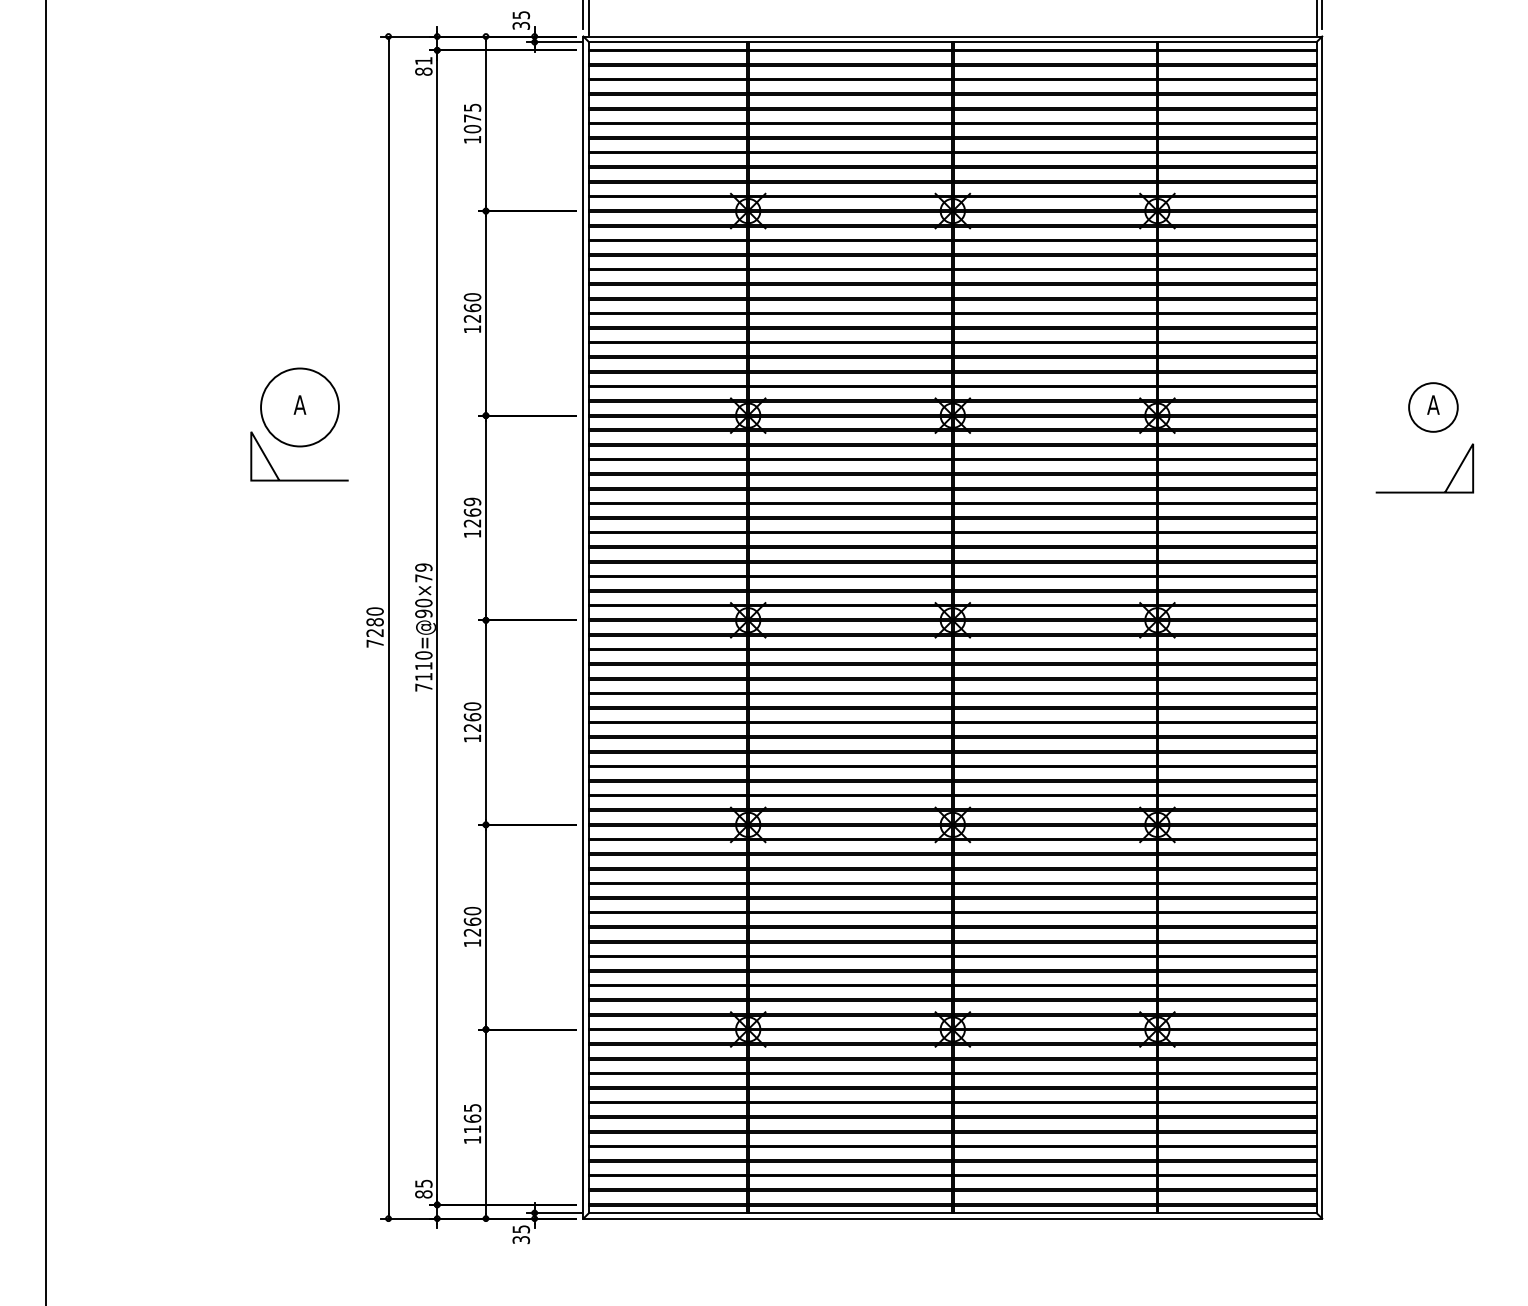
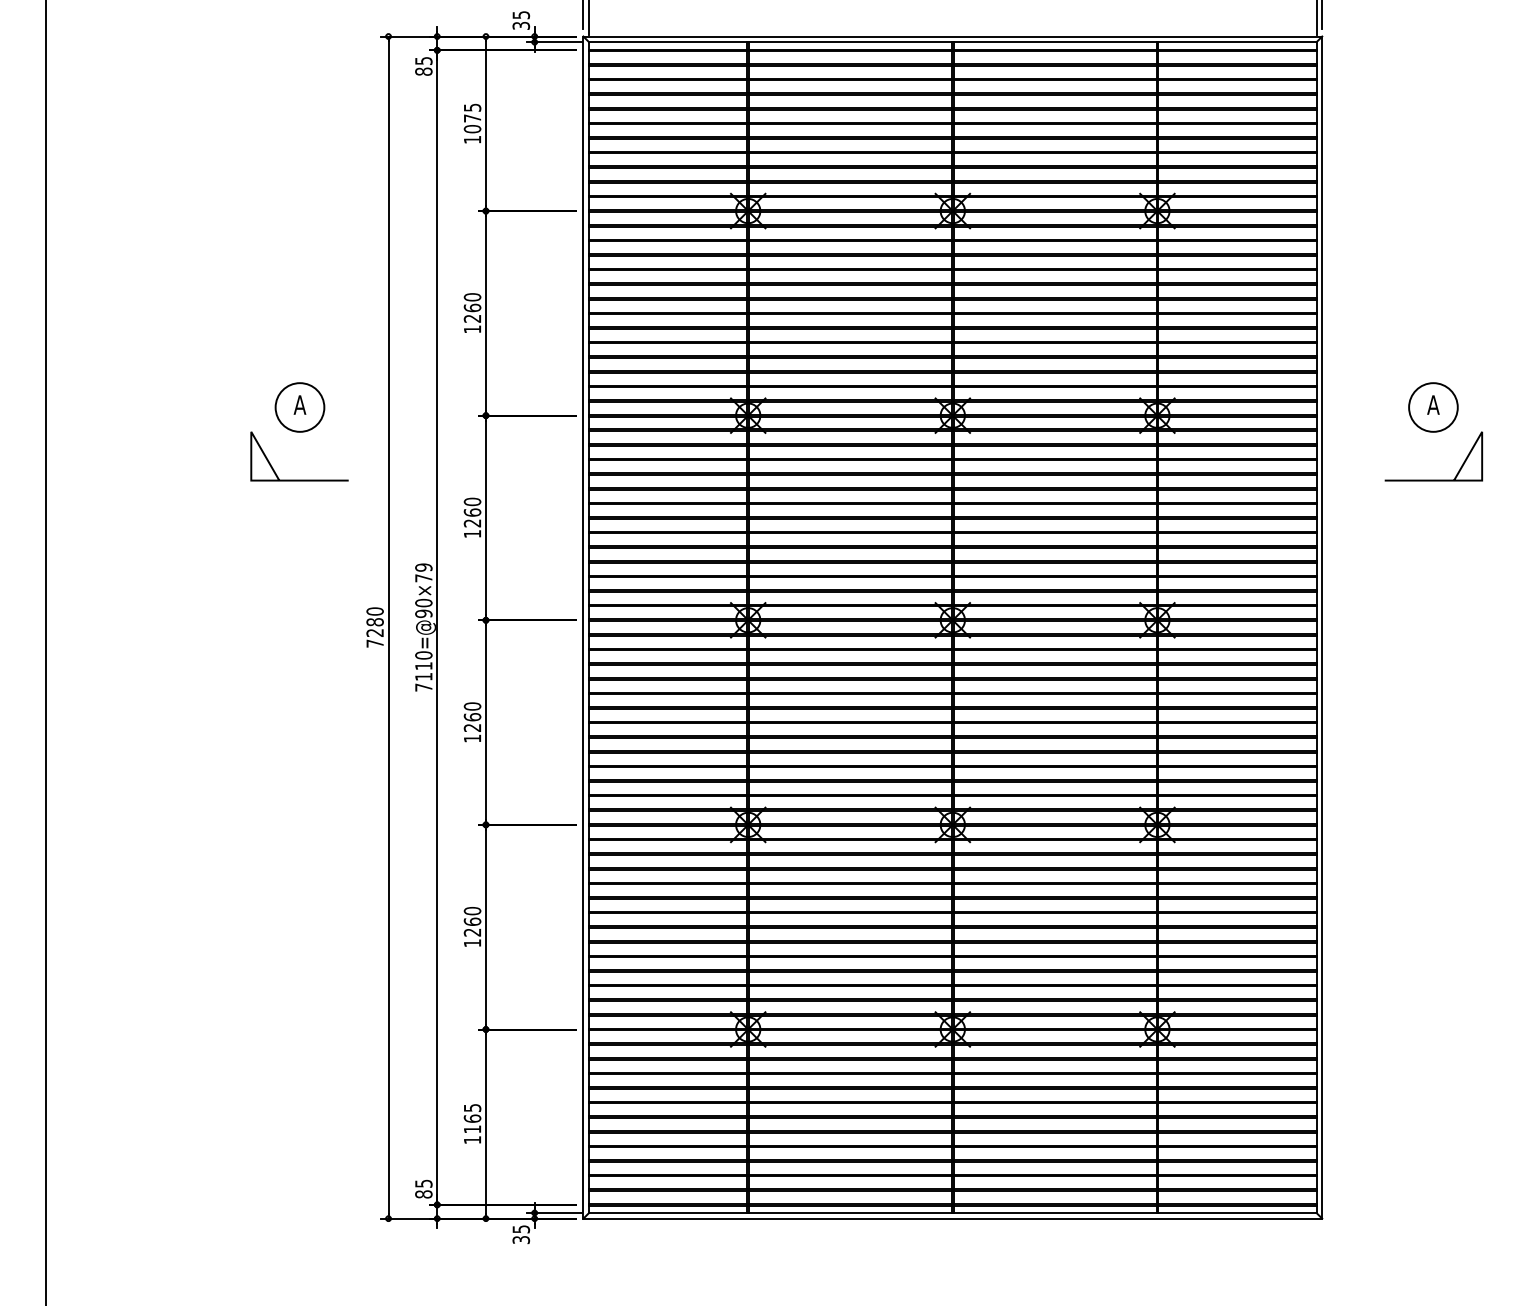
text at (423, 60): 81 -> 85
circle at (299, 407) diameter: 78 px -> 49 px
line at (1424, 491) position: (1424, 491) -> (1433, 479)
text at (472, 501): 1269 -> 1260
